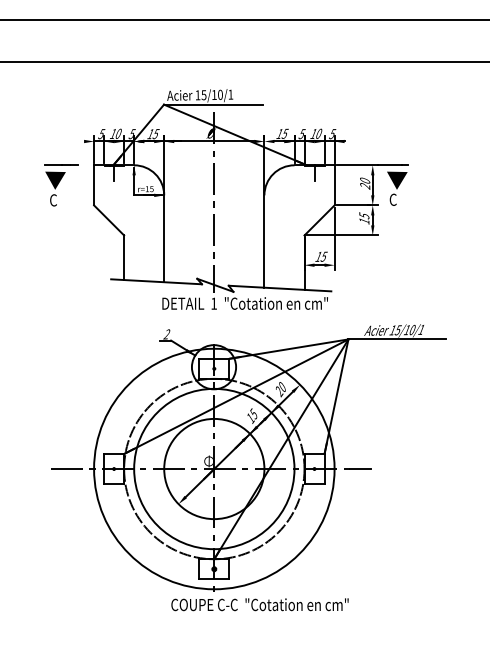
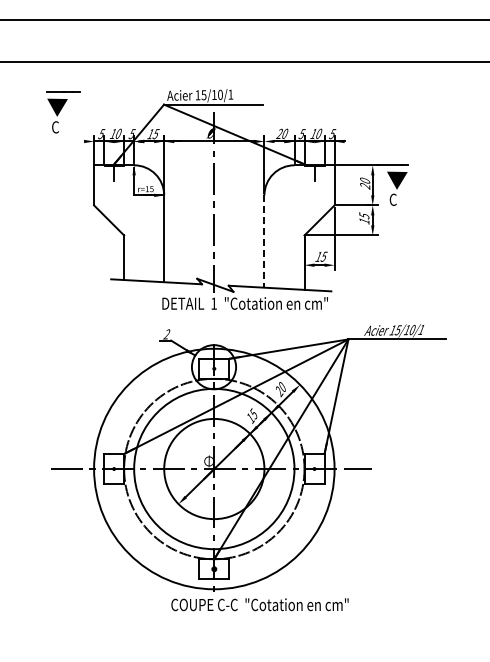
text at (282, 133): 15 -> 20
part at (61, 185) position: (61, 185) -> (63, 112)
line at (264, 242): solid -> dashed
